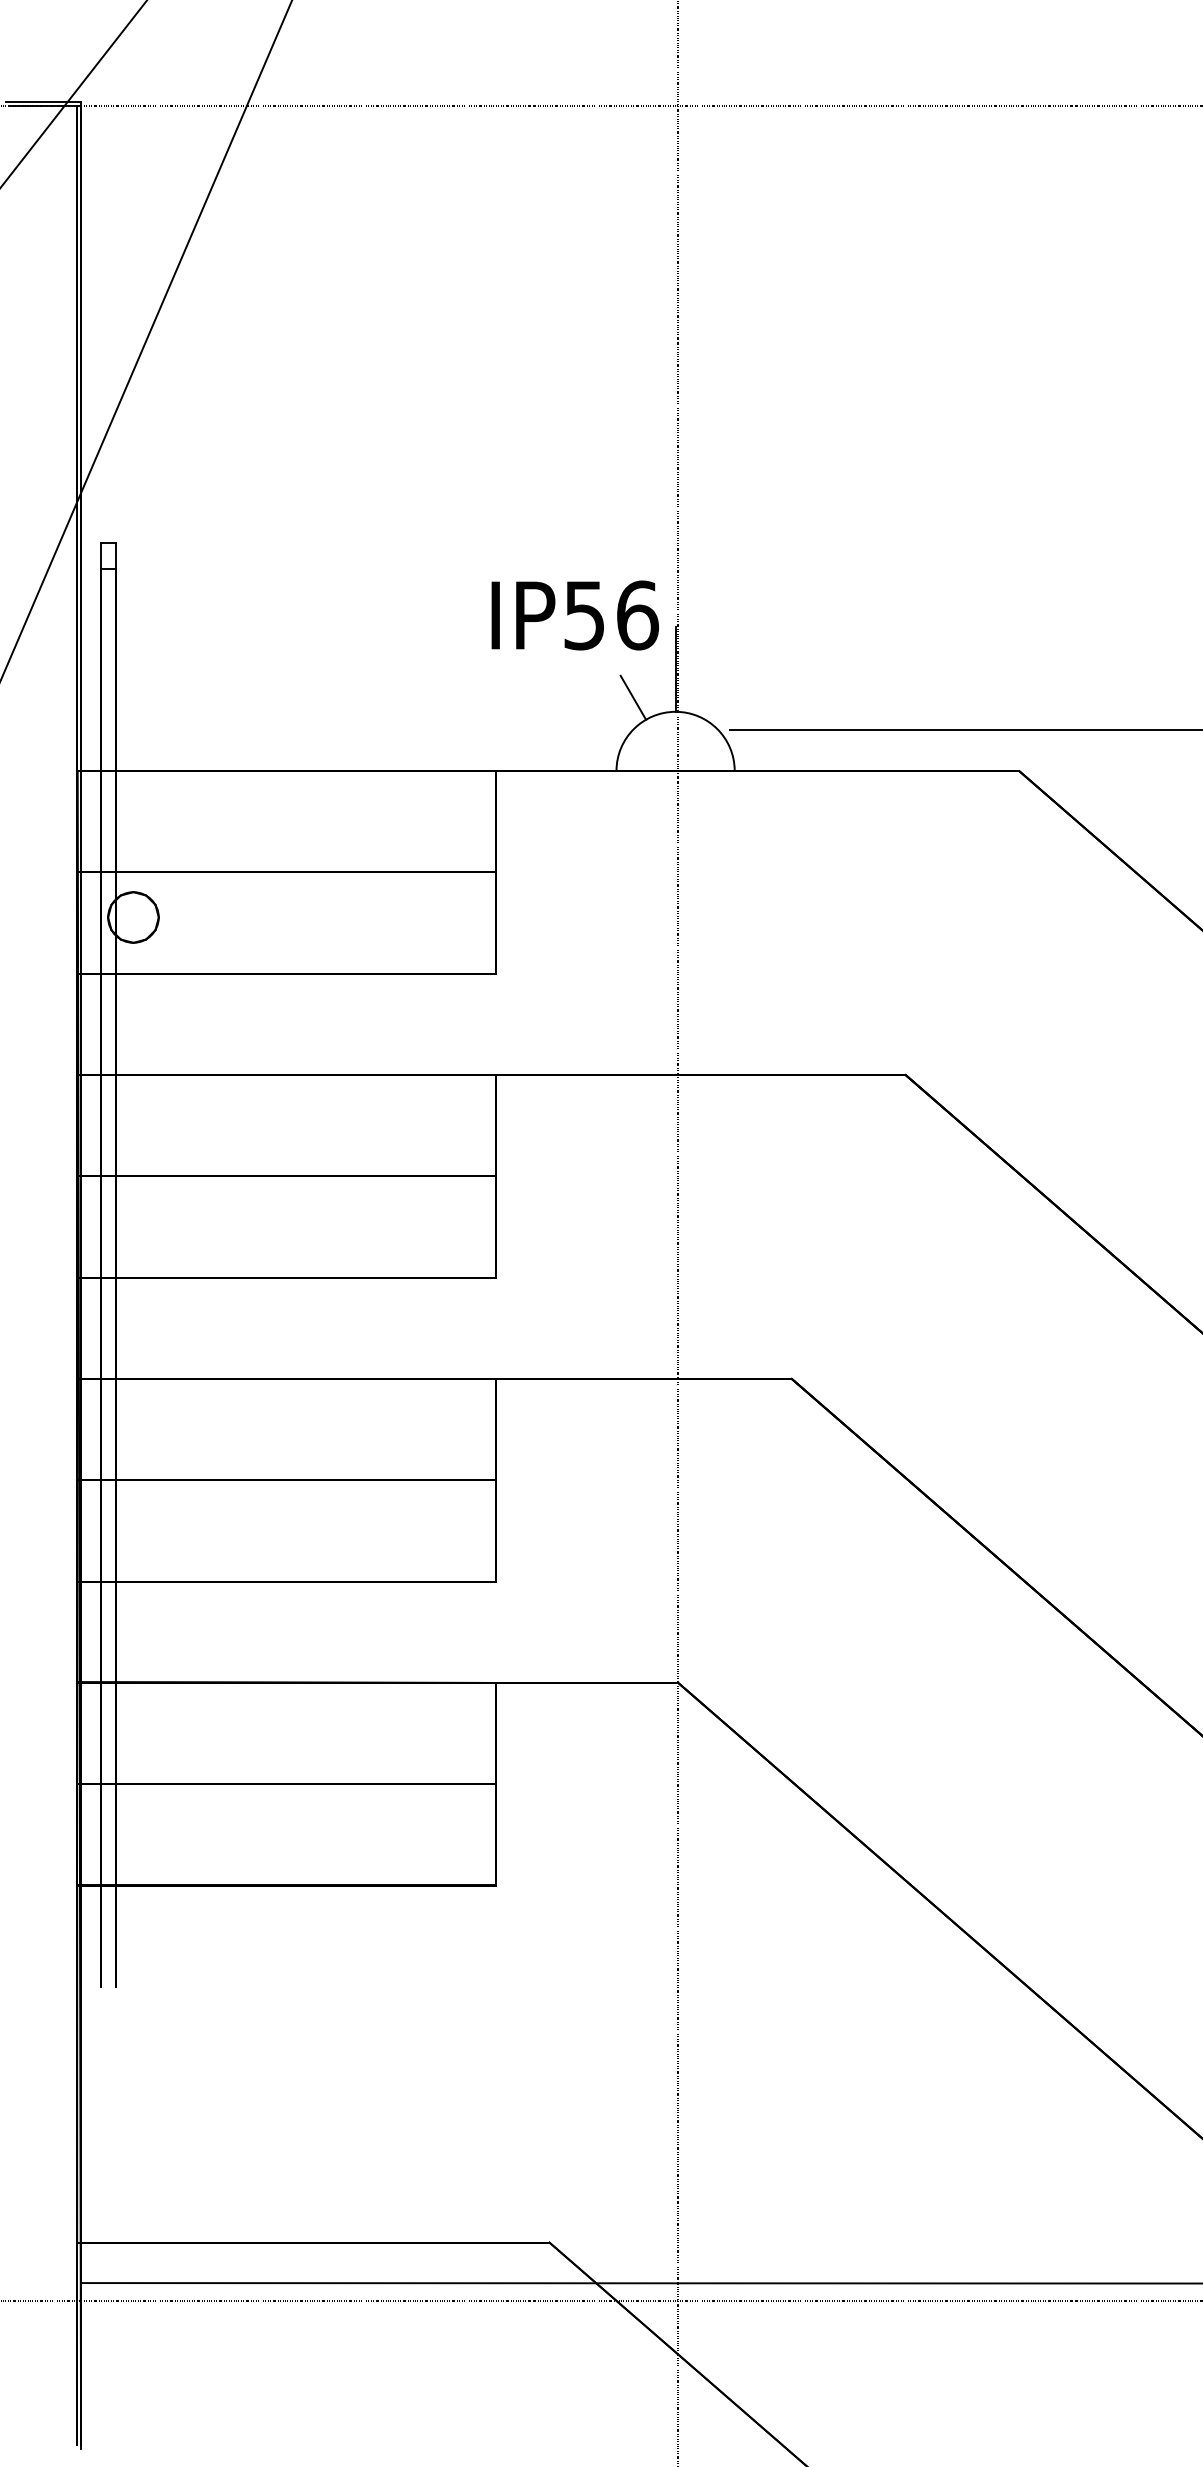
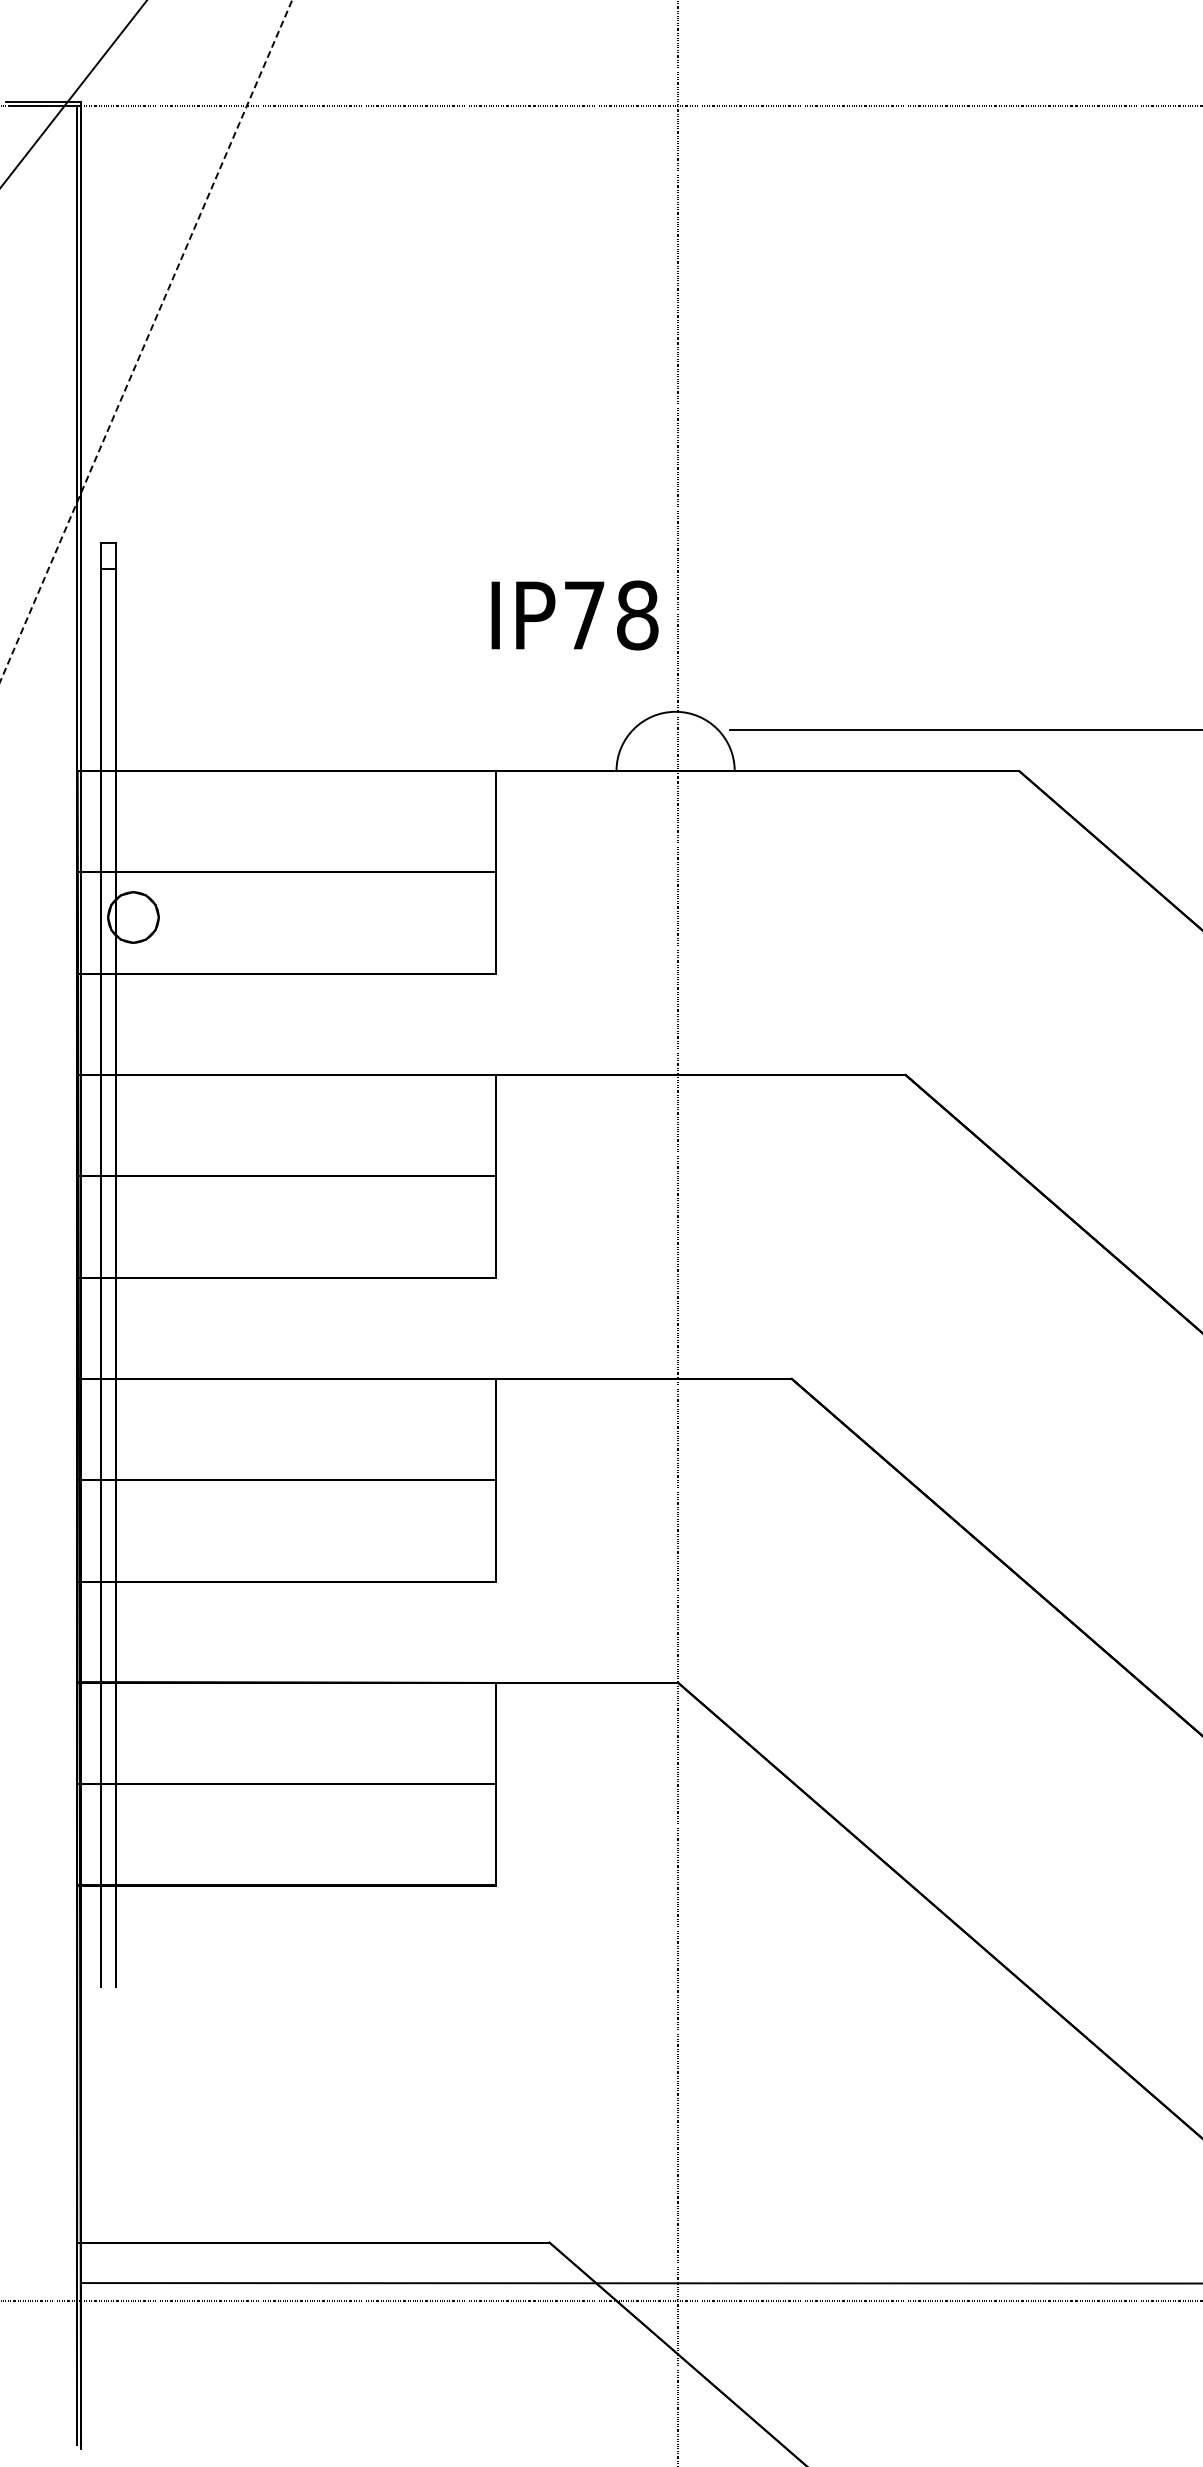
line at (146, 341): solid -> dashed
text at (611, 615): IP56 -> IP78
line at (675, 669): present -> none
line at (633, 697): present -> none
